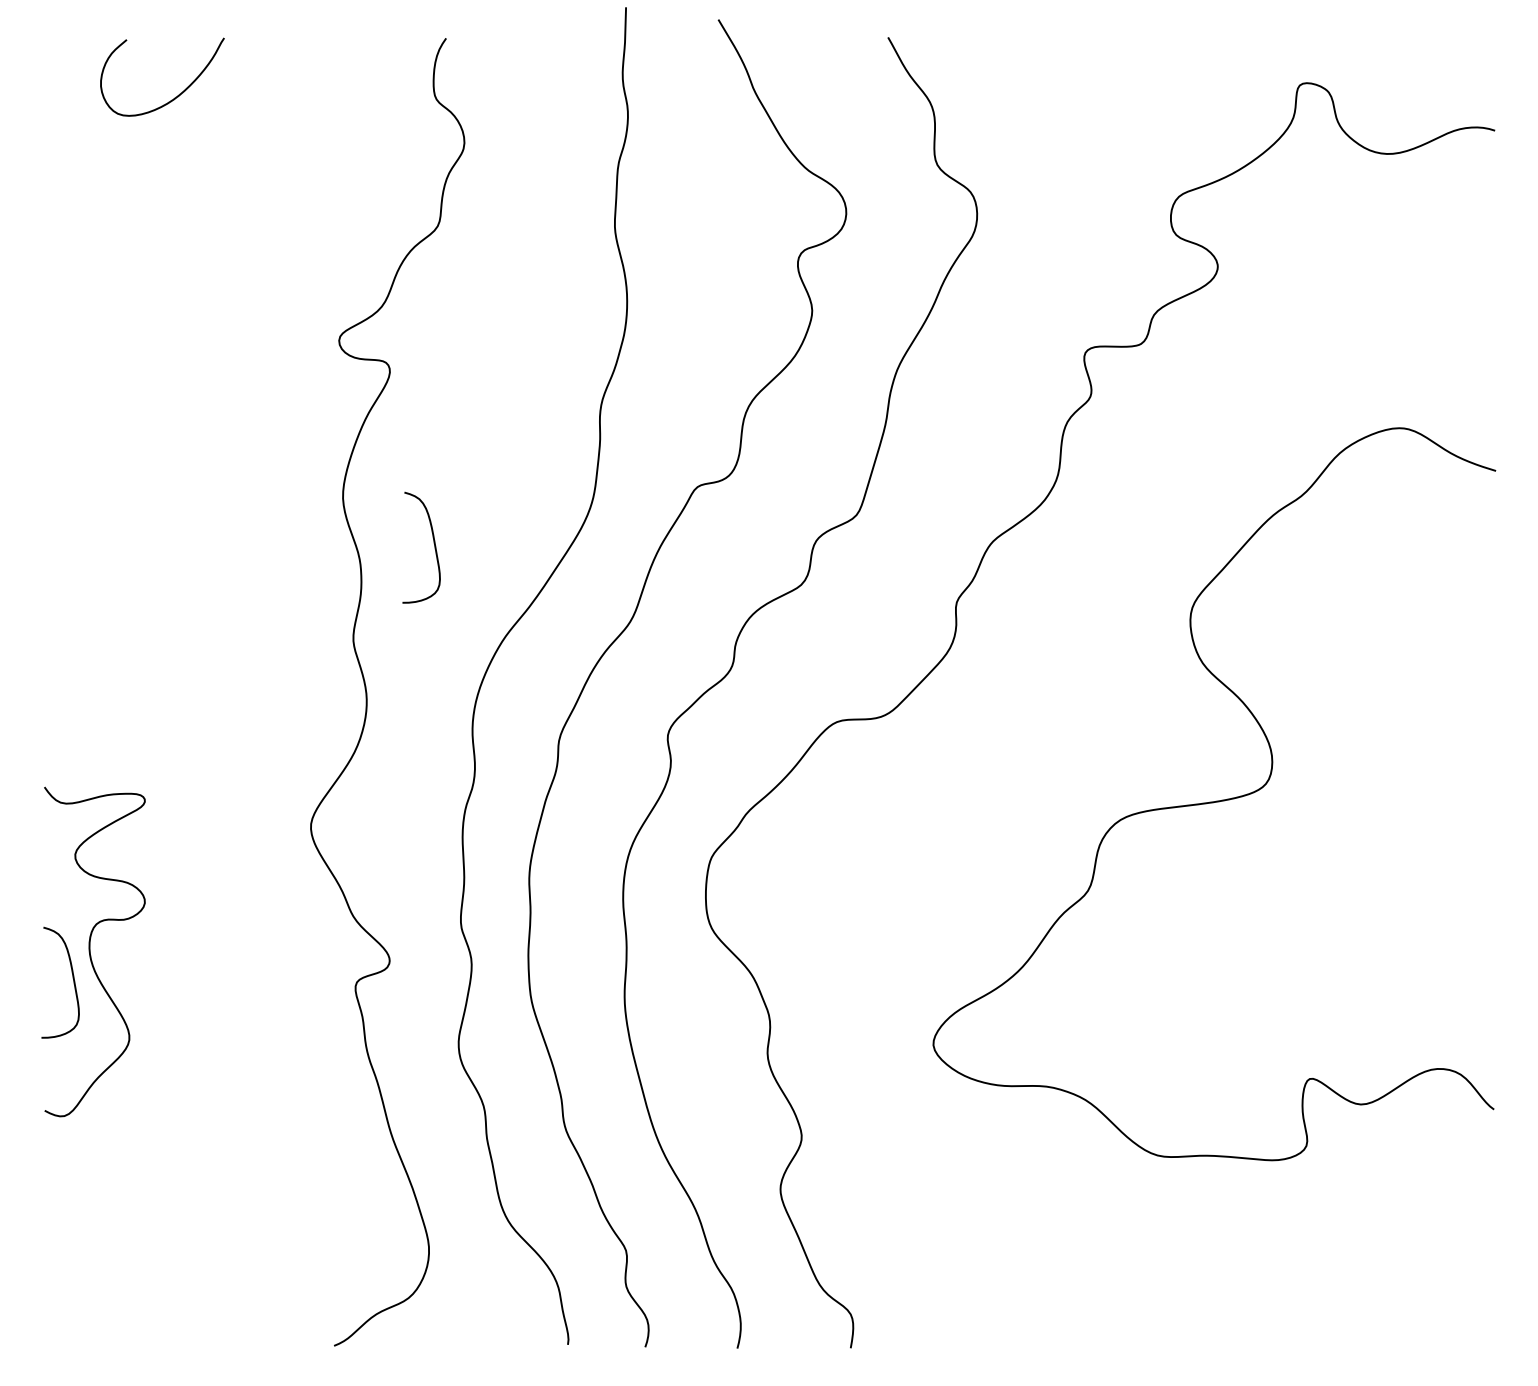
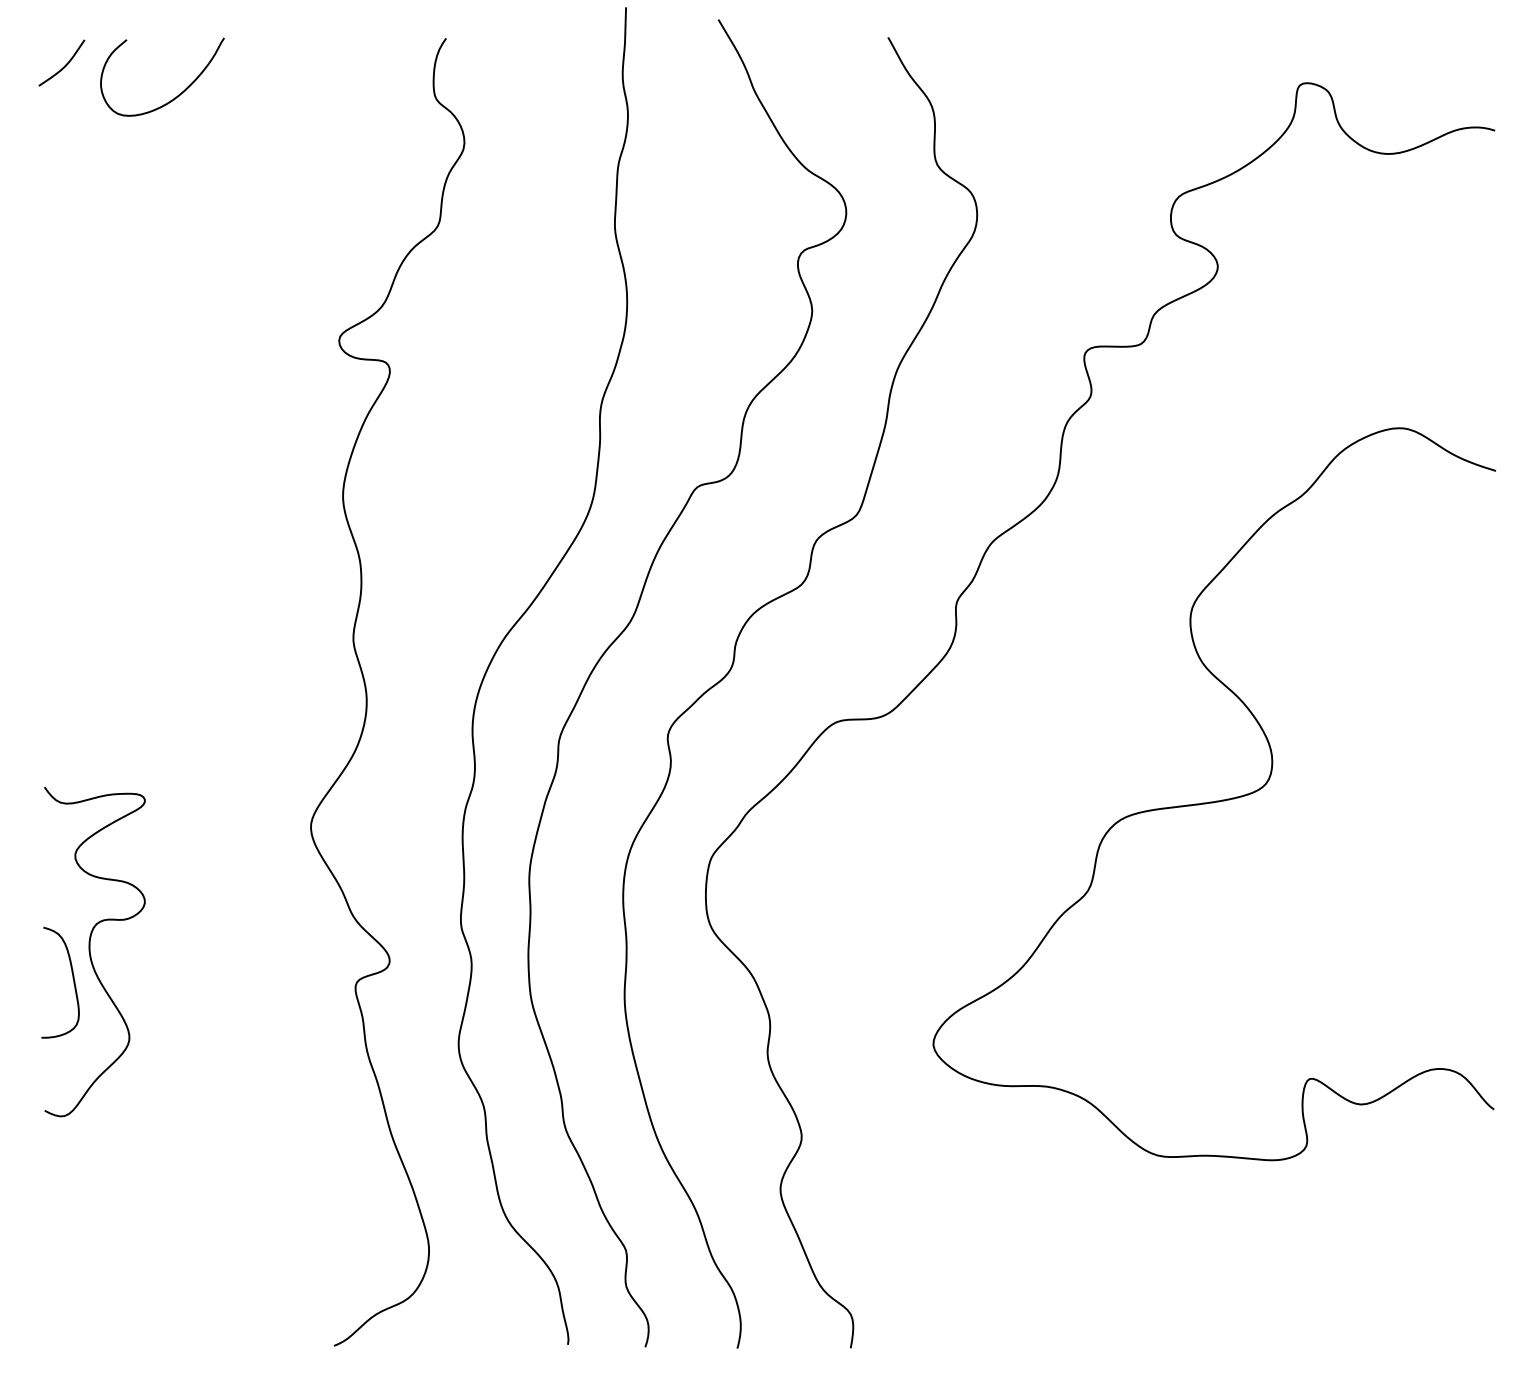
curve at (64, 65): none -> present
curve at (433, 543): present -> none
